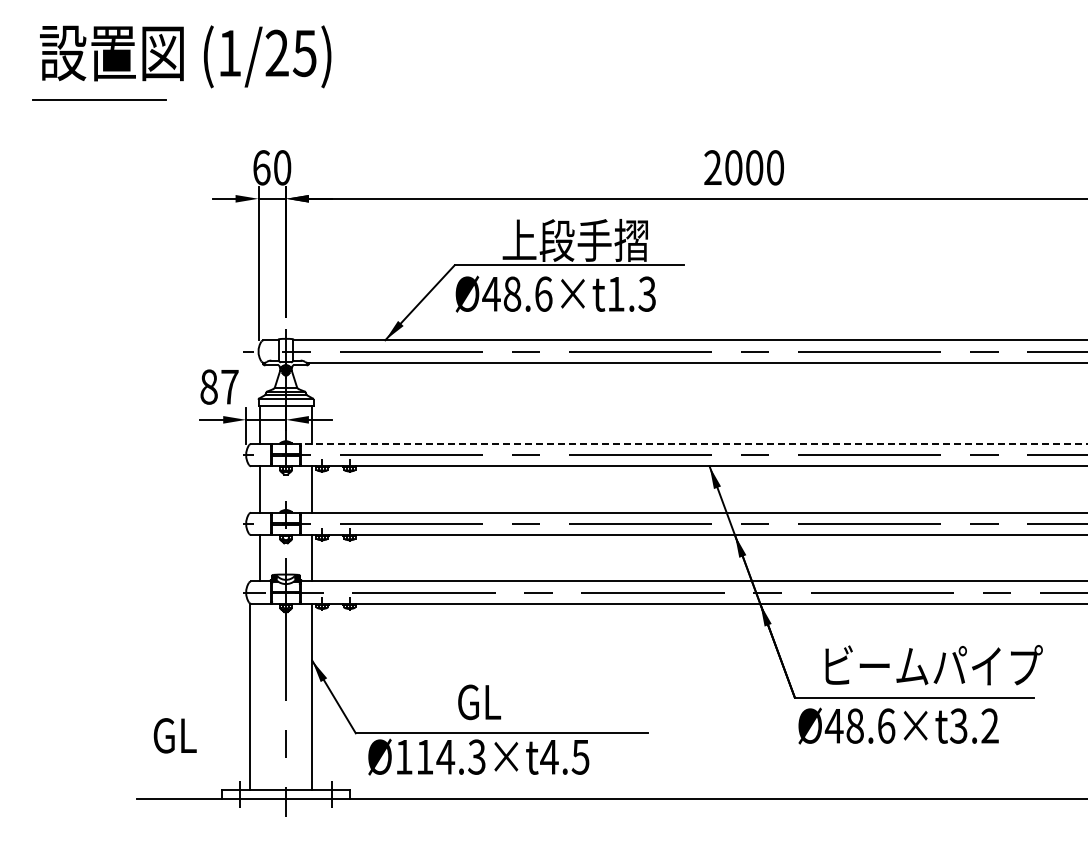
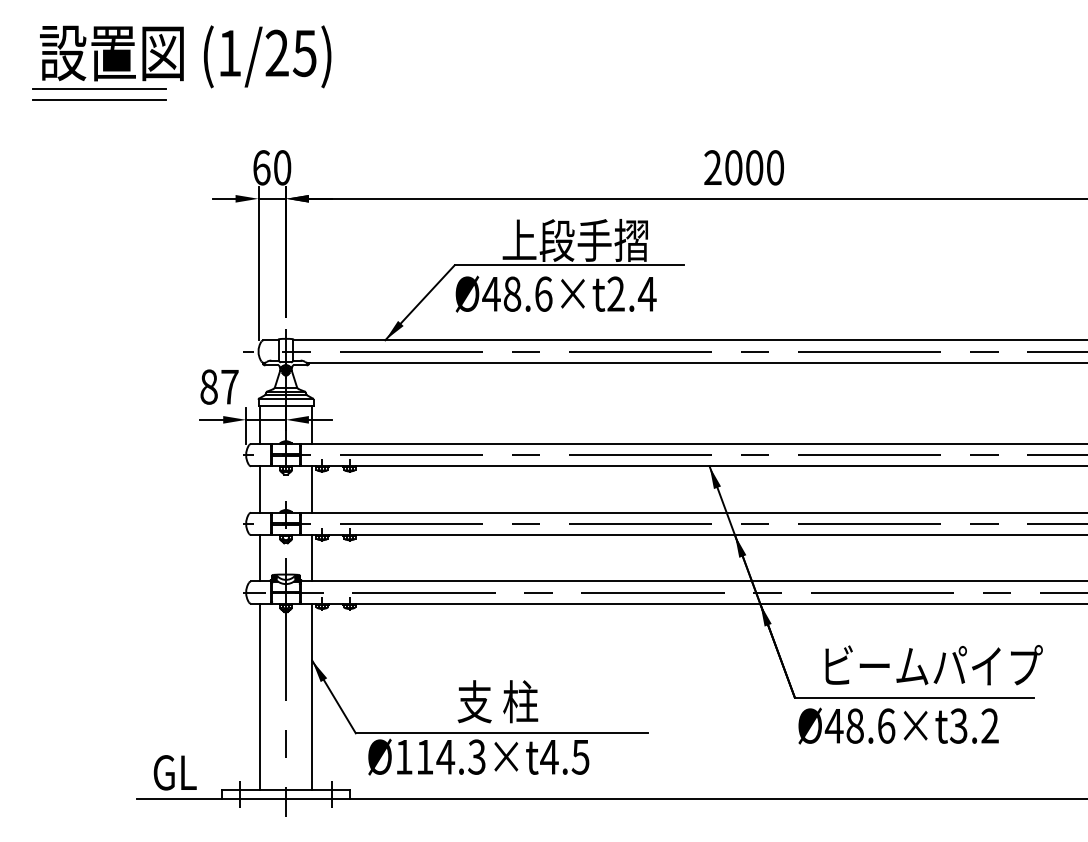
line at (99, 88): none -> present
text at (631, 293): Ø48.6×t1.3 -> Ø48.6×t2.4
line at (693, 444): dashed -> solid
line at (249, 696) position: (249, 696) -> (259, 696)
text at (497, 701): GL -> 支 柱
text at (174, 735) position: (174, 735) -> (174, 772)
